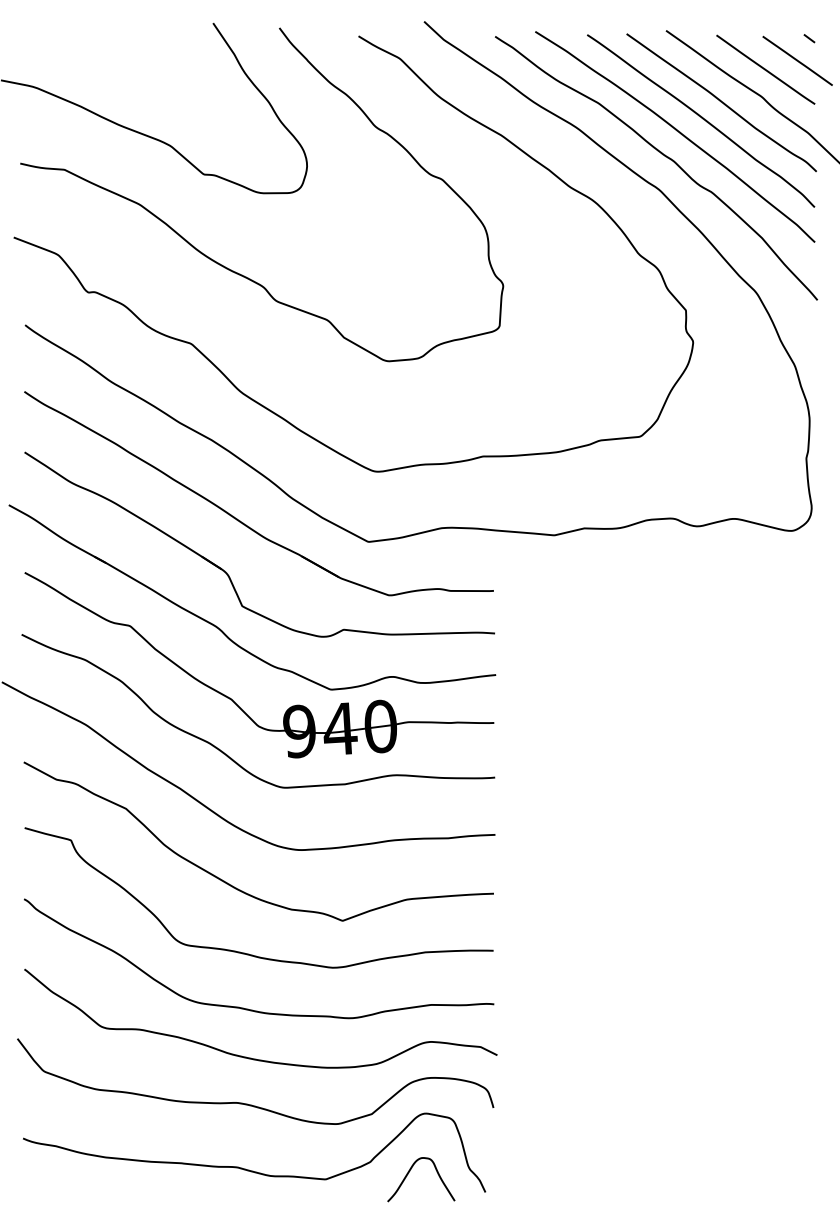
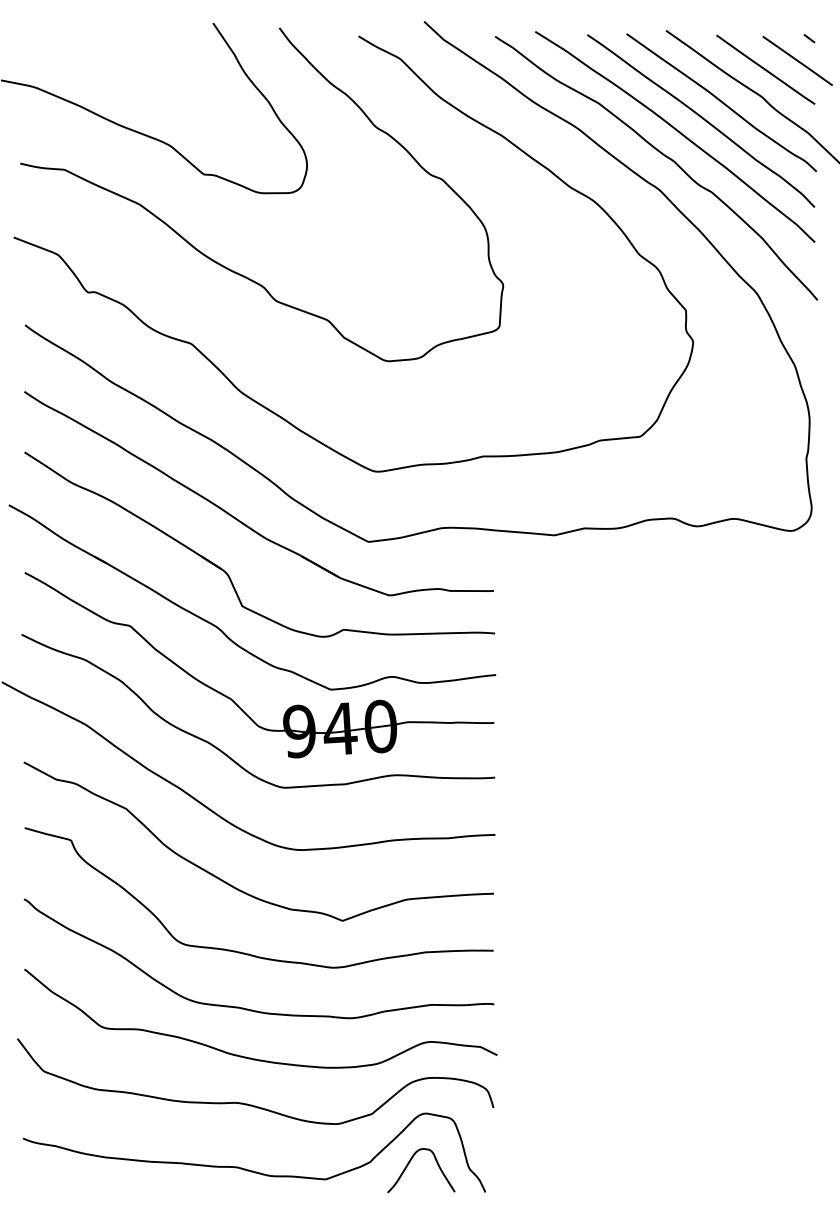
curve at (410, 1171) position: (410, 1171) -> (410, 1162)
